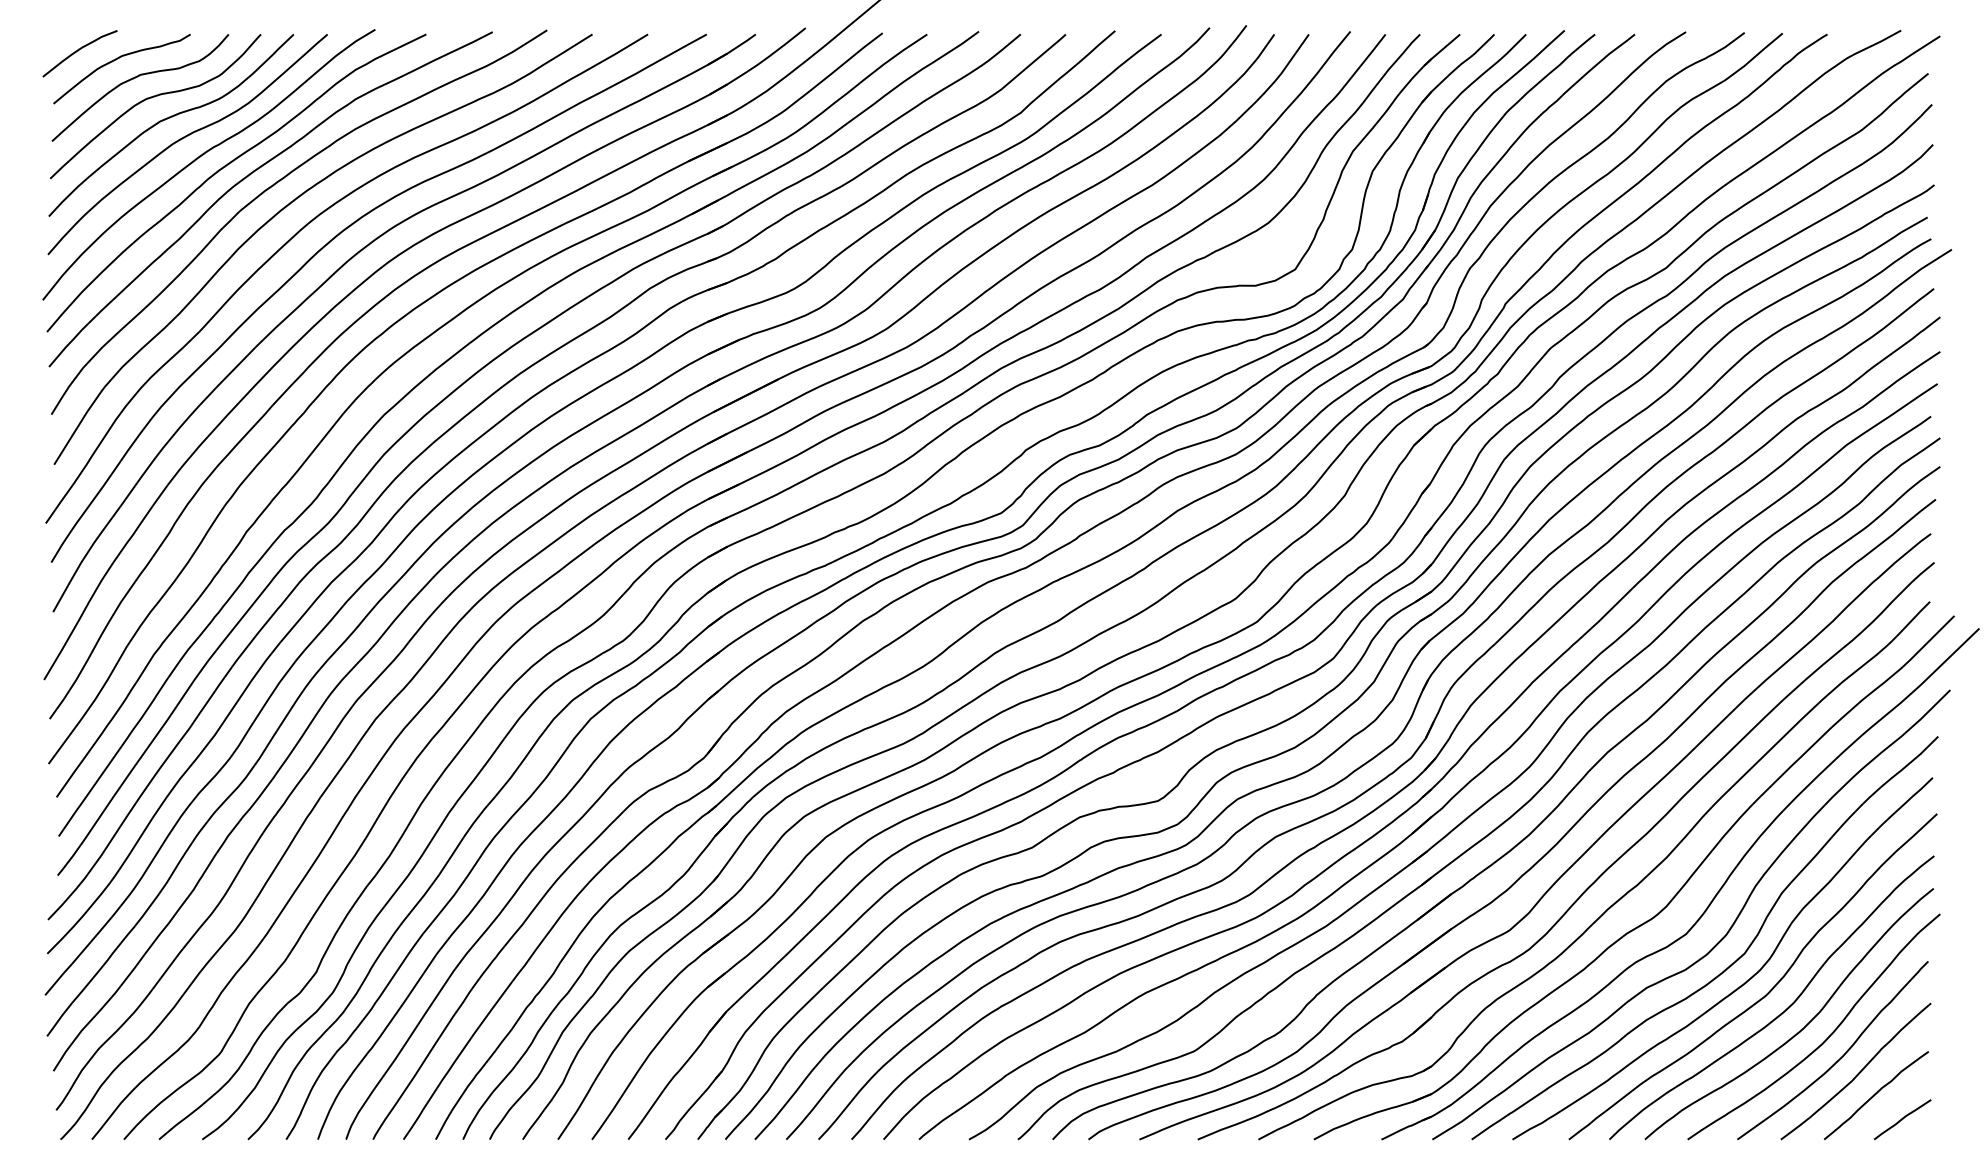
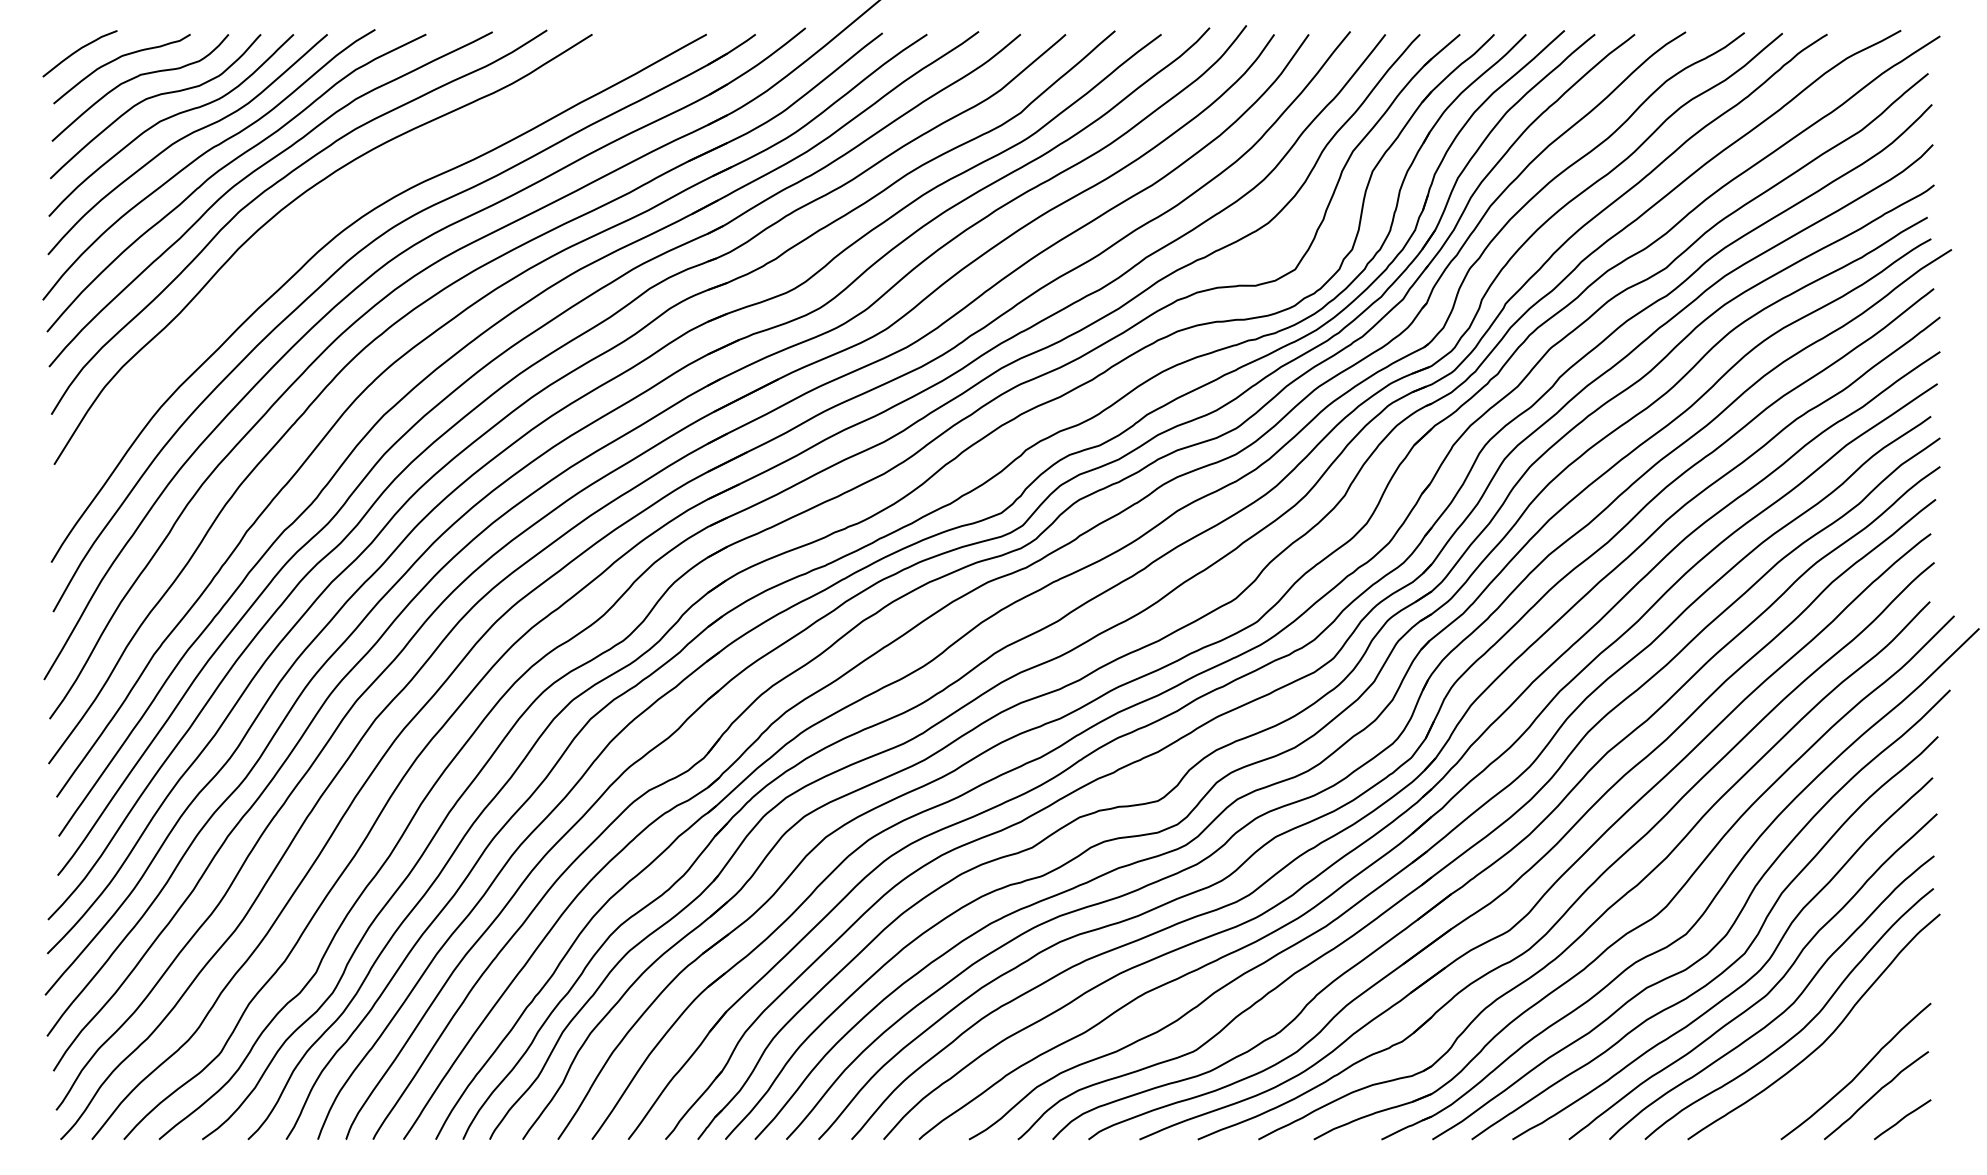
curve at (304, 228): present -> none
curve at (1840, 1057): present -> none
